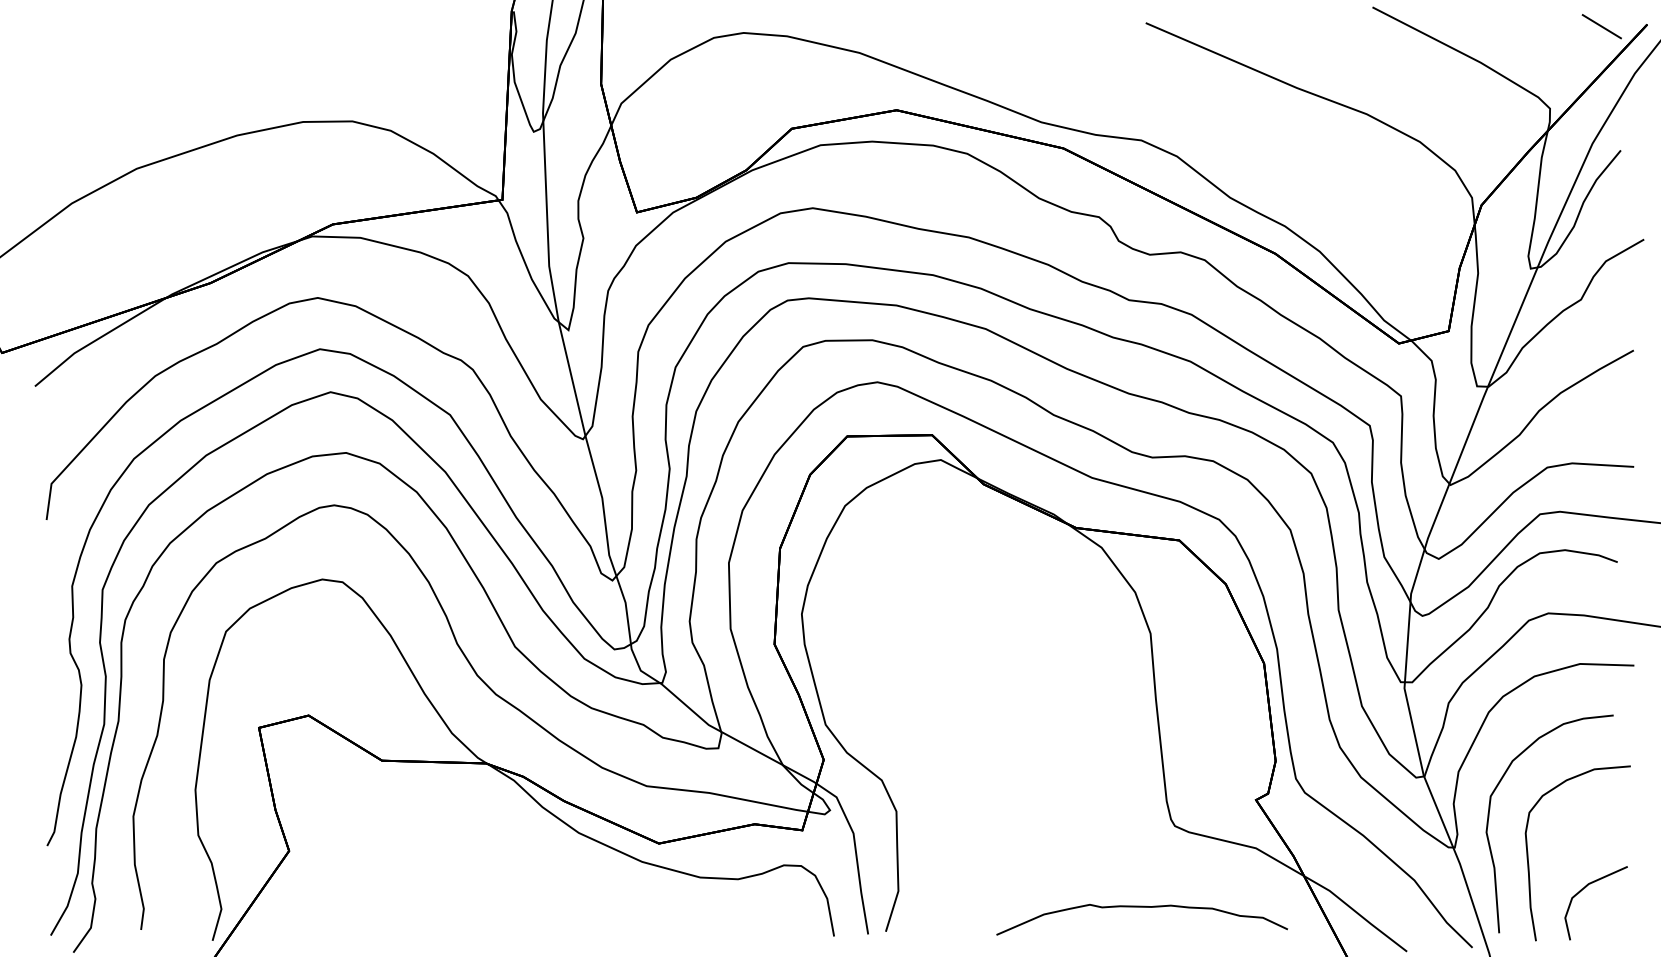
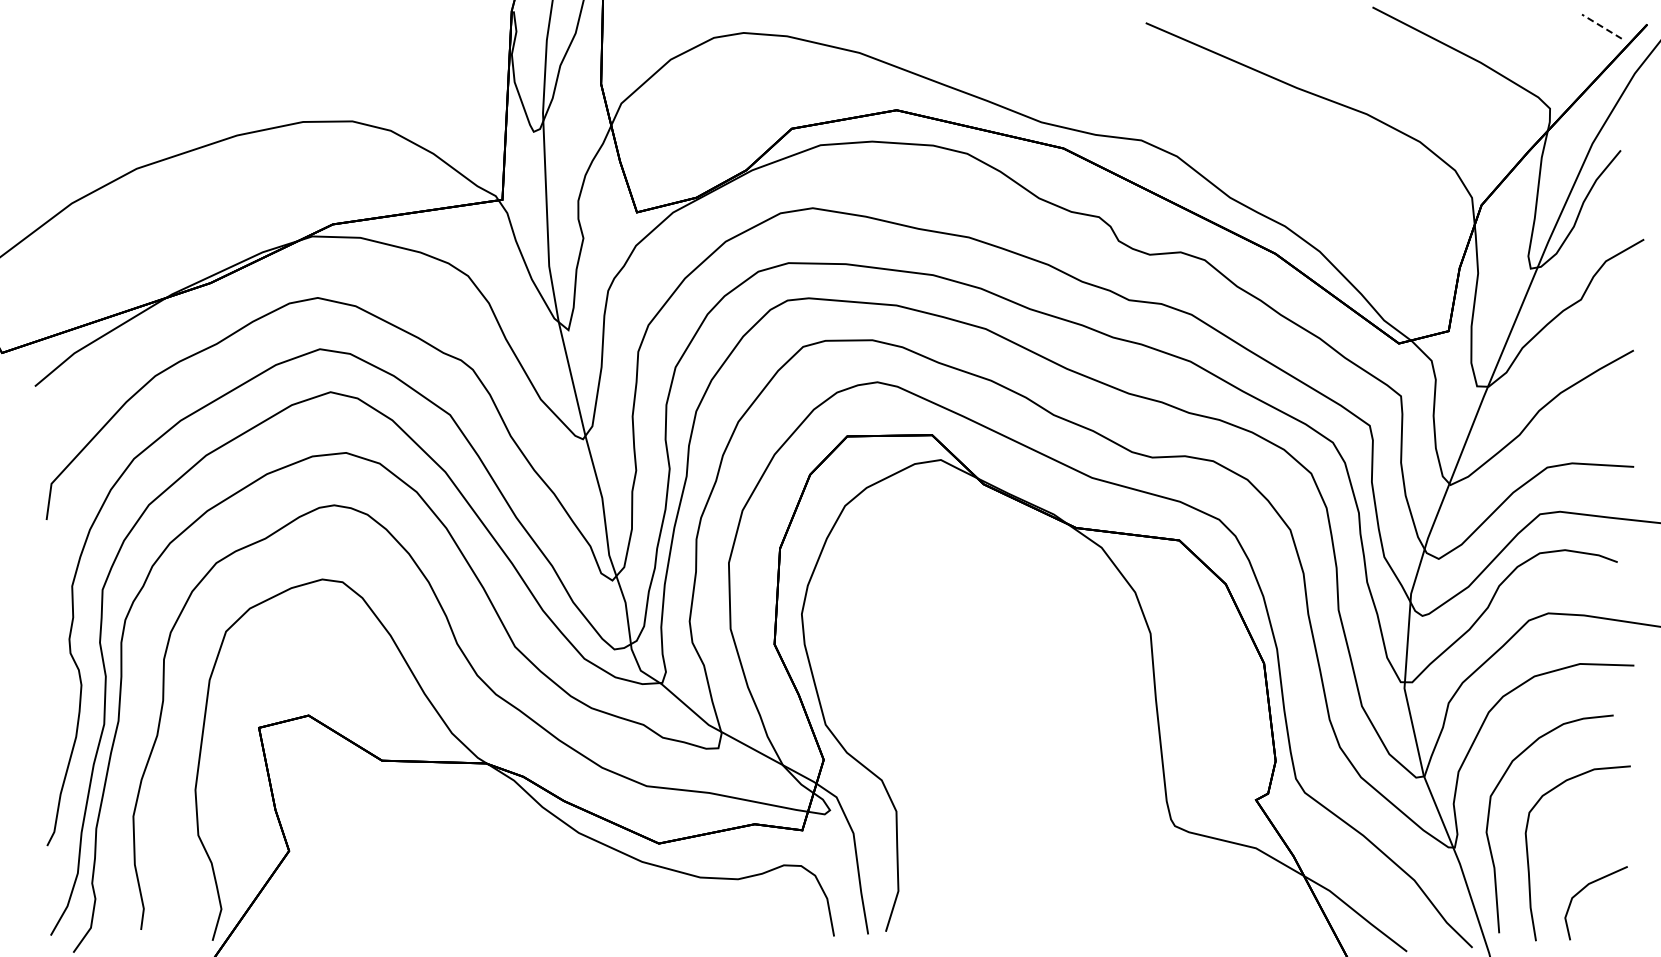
line at (1601, 26): solid -> dashed
curve at (1141, 907): present -> none
